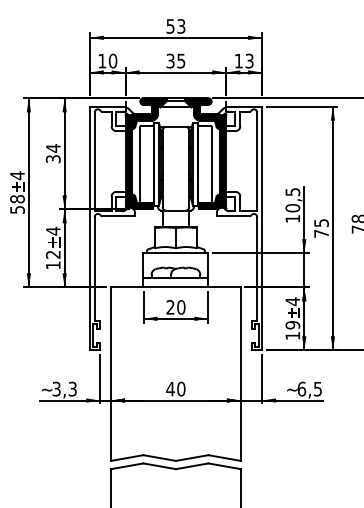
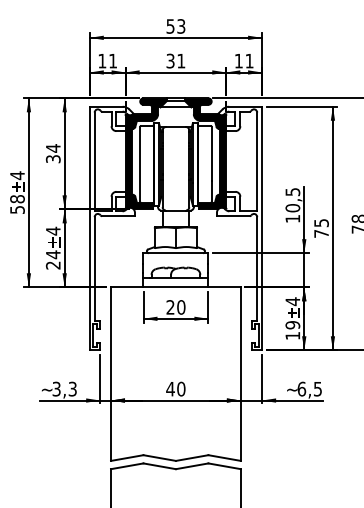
text at (113, 60): 10 -> 11
text at (181, 60): 35 -> 31
text at (249, 60): 13 -> 11
text at (52, 259): 12 -> 24
